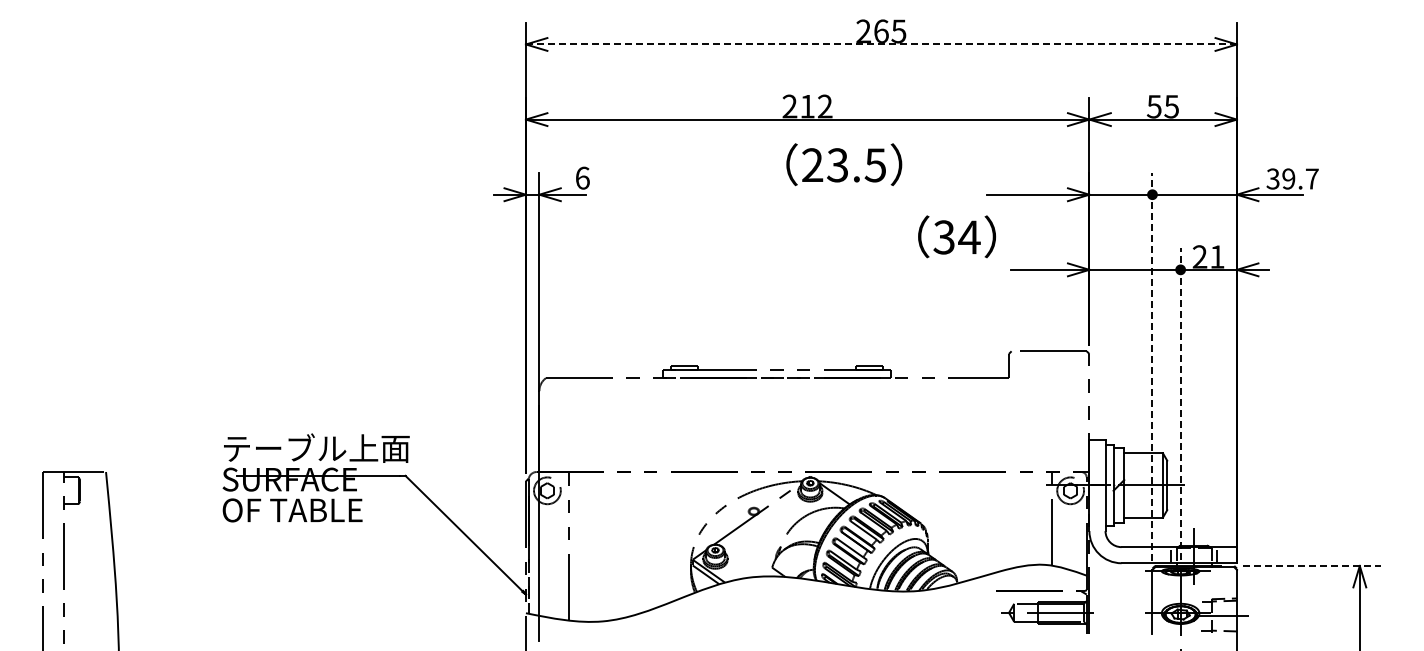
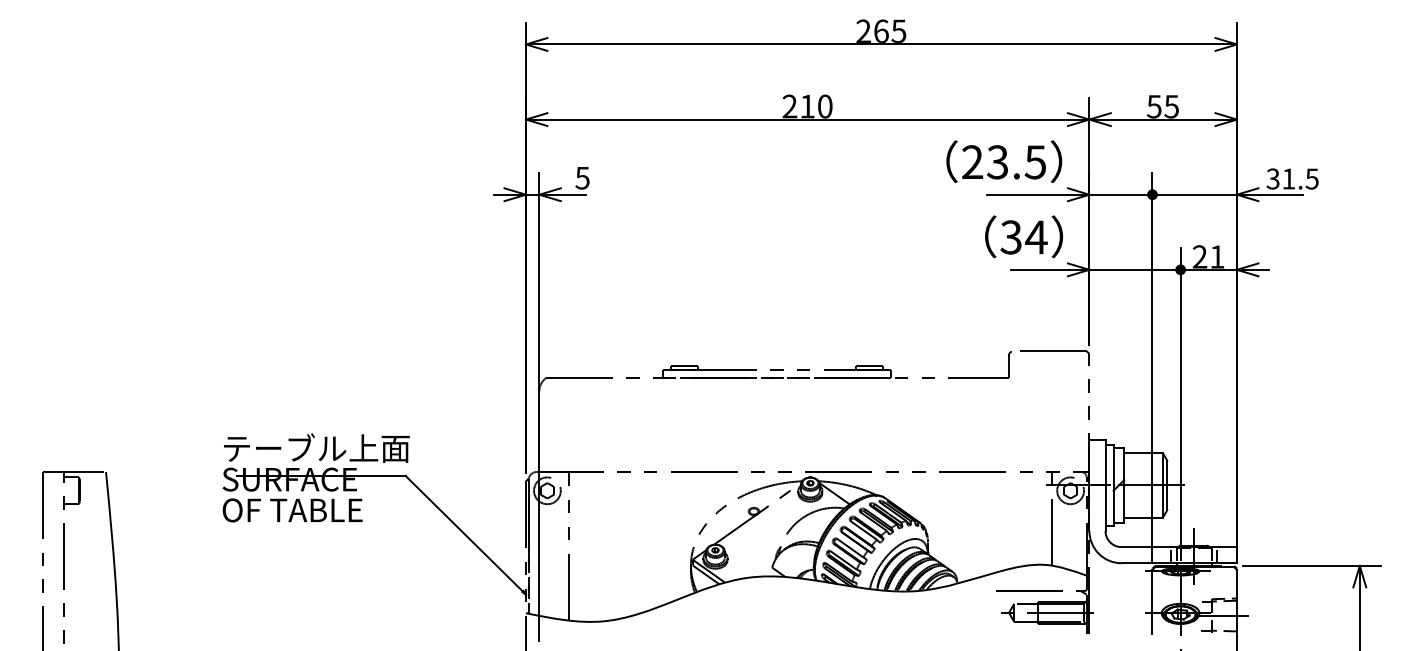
line at (881, 44): dashed -> solid
text at (825, 106): 212 -> 210
text at (844, 164) position: (844, 164) -> (1004, 161)
text at (582, 177): 6 -> 5
text at (1300, 178): 39.7 -> 31.5
text at (956, 236) position: (956, 236) -> (1023, 236)
line at (1152, 366): dashed -> solid
line at (1180, 404): dashed -> solid
line at (1312, 565): dashed -> solid
